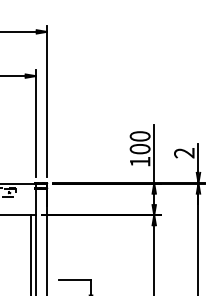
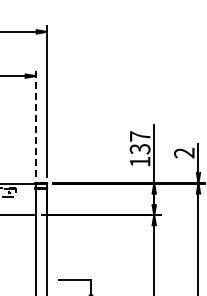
line at (35, 123): solid -> dashed
text at (139, 142): 100 -> 137
line at (30, 253): present -> none
